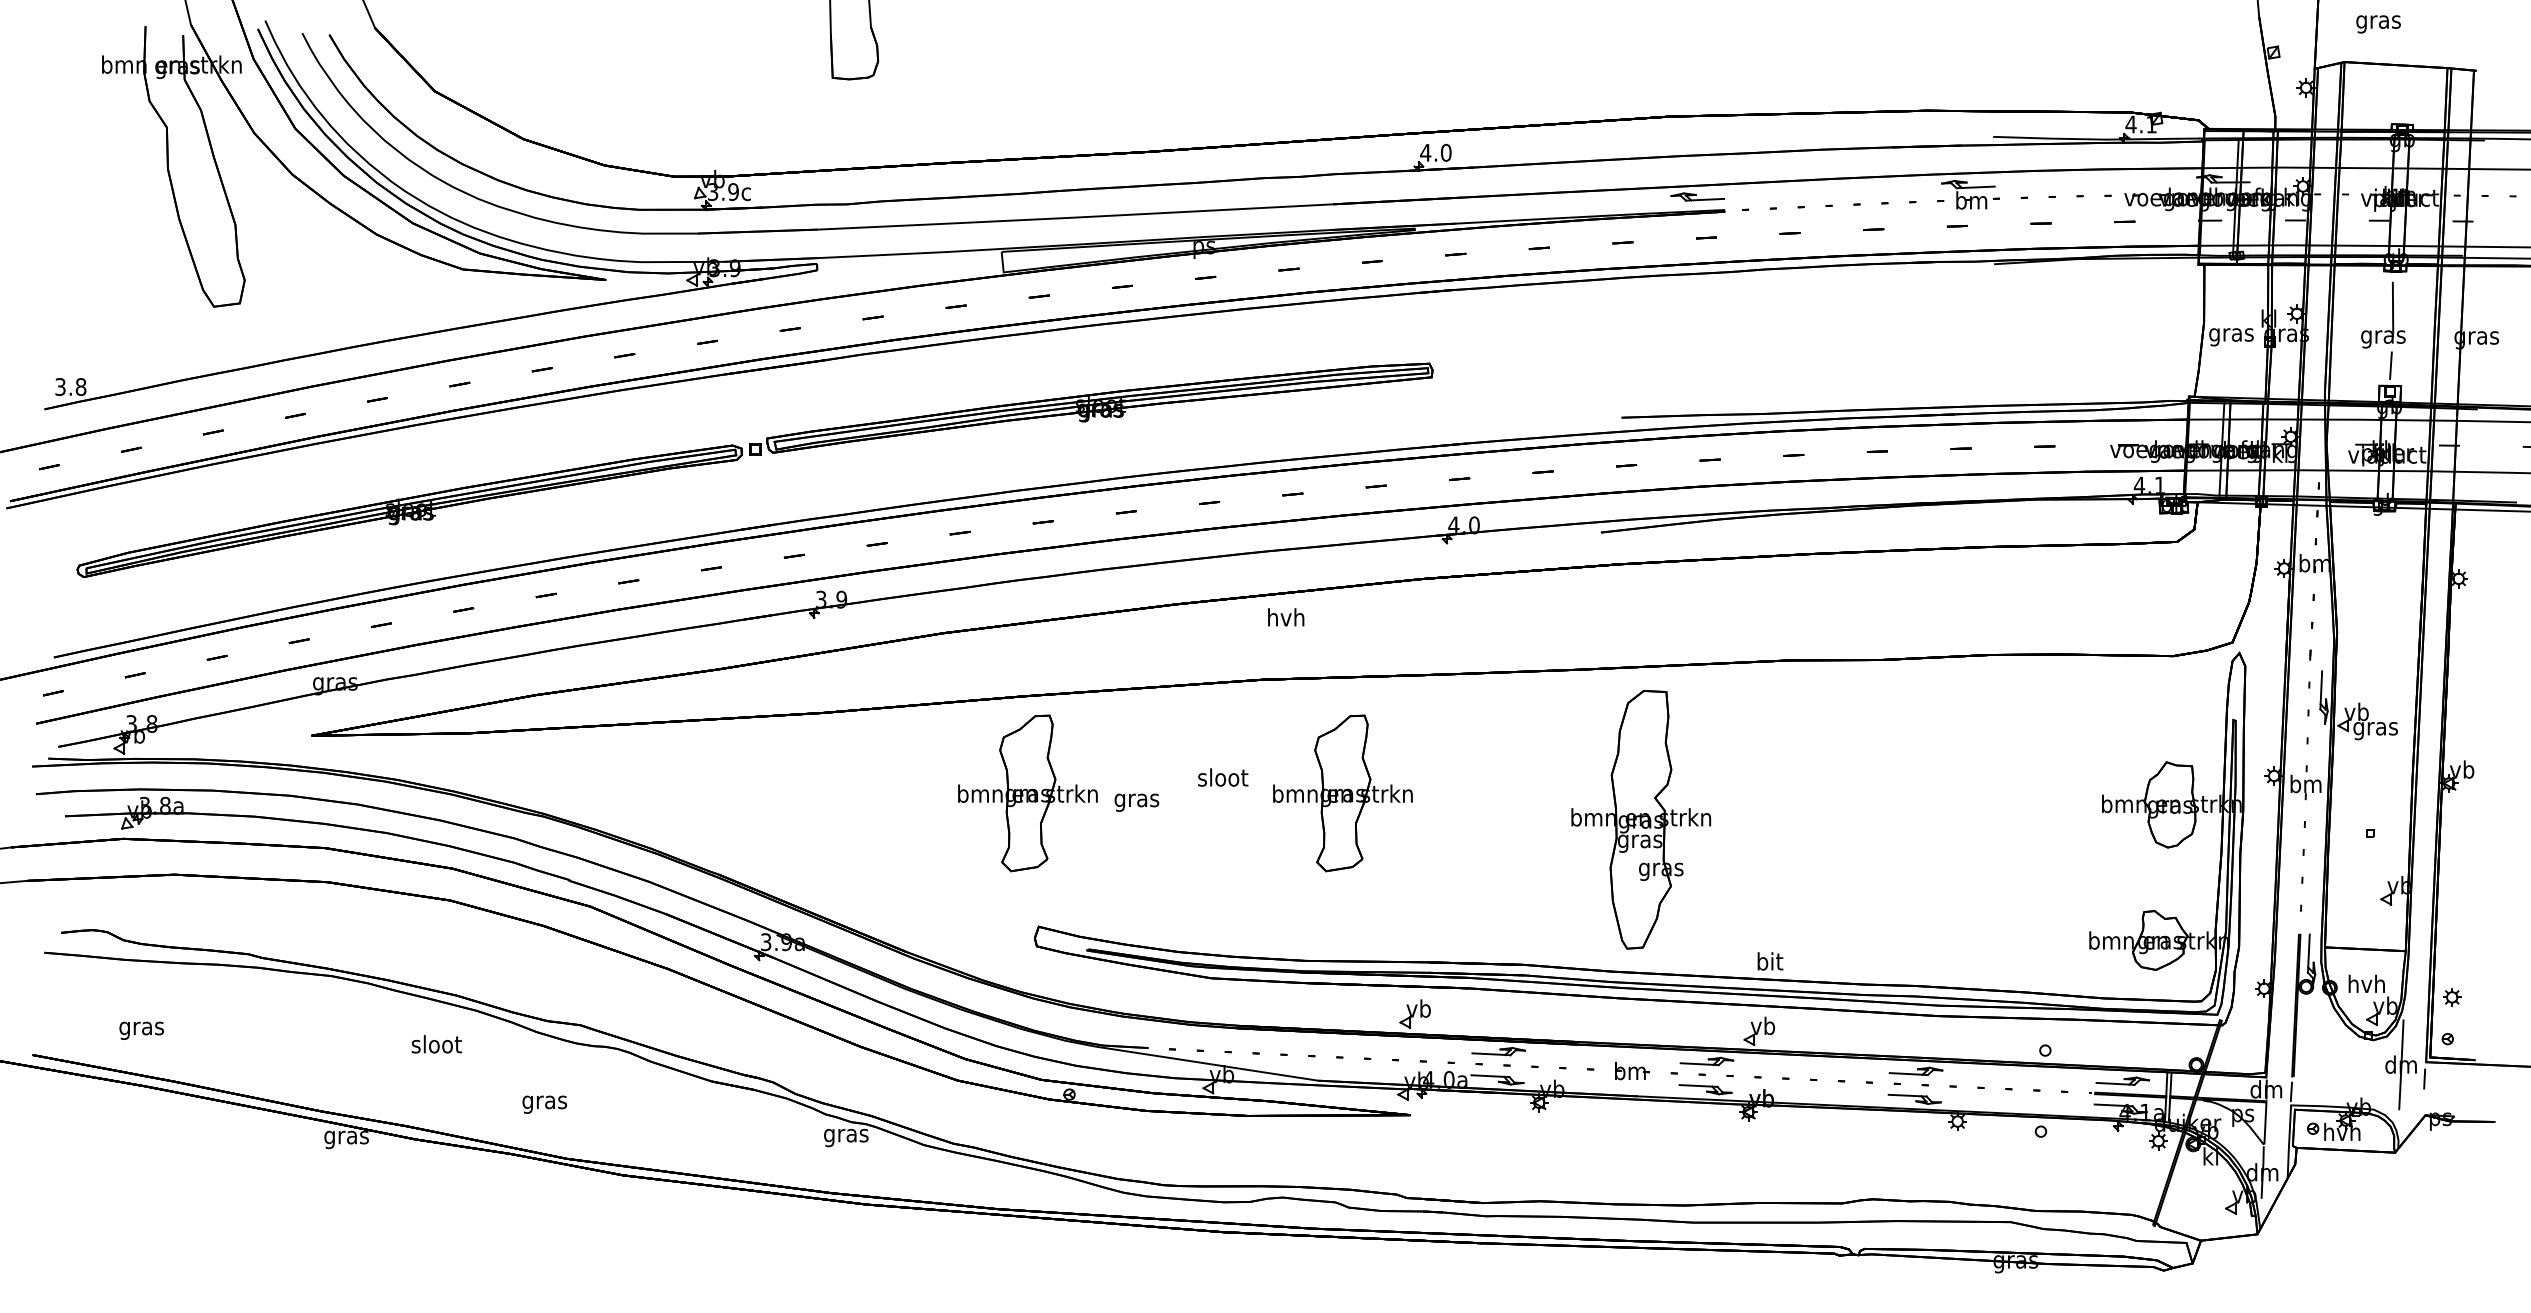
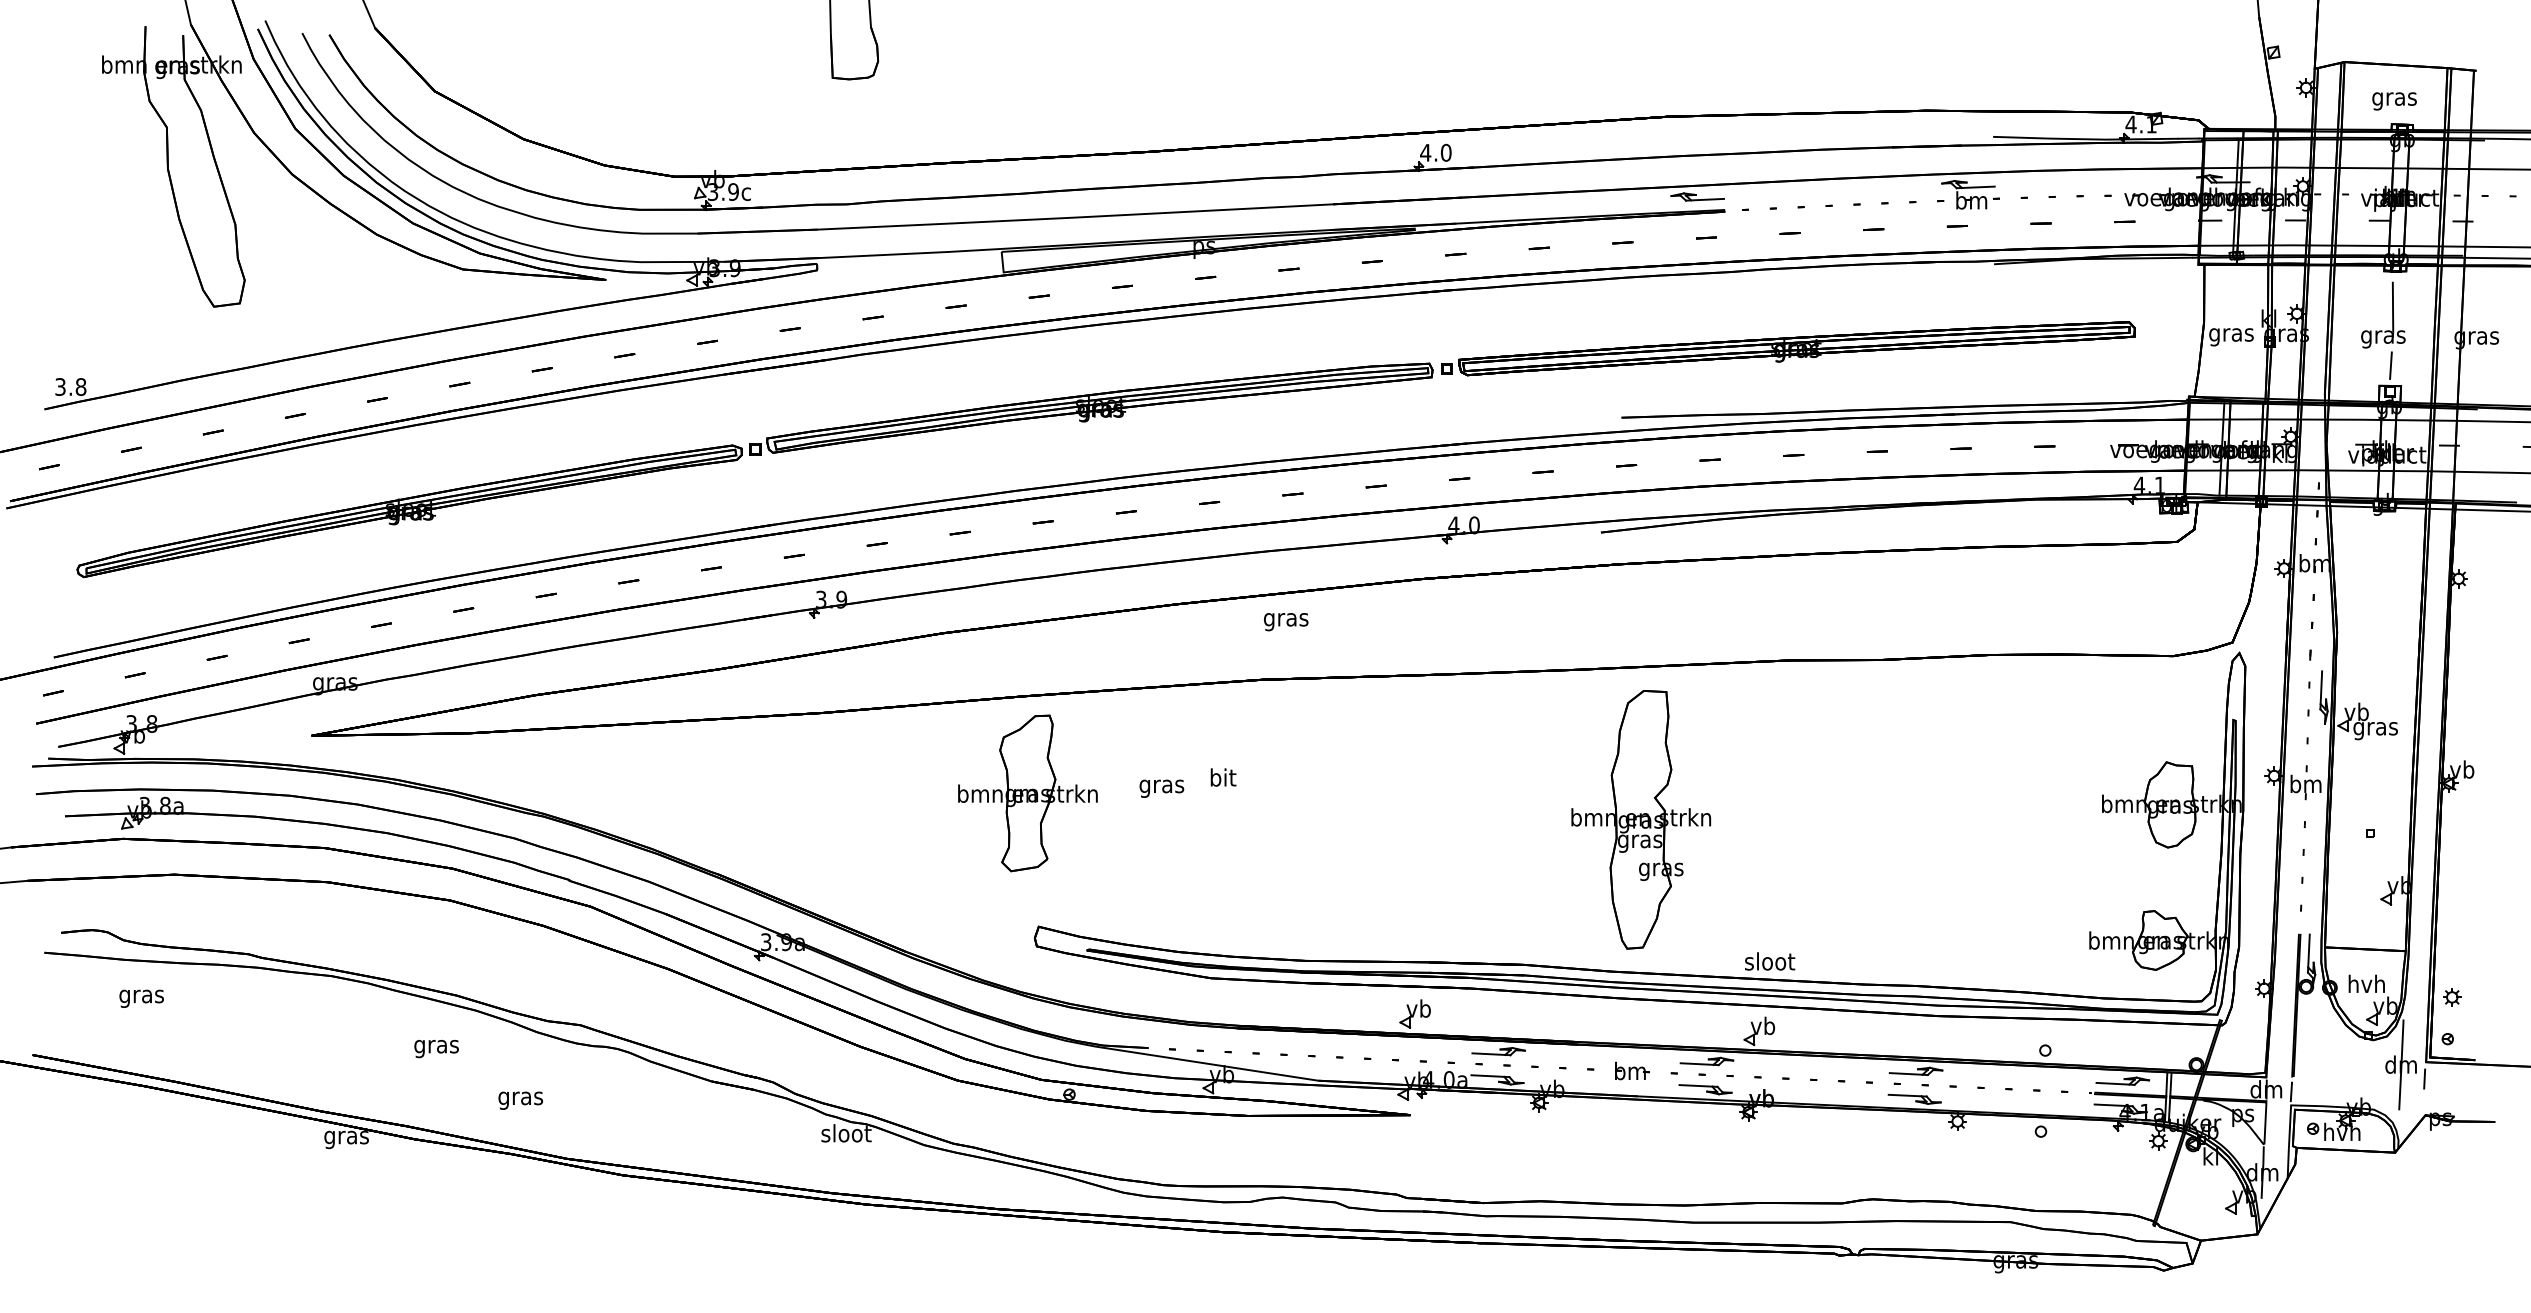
text at (2378, 24) position: (2378, 24) -> (2394, 101)
part at (1788, 348): none -> present
text at (1286, 619): hvh -> gras
text at (1223, 777): sloot -> bit
part at (1342, 793): present -> none
text at (1136, 802) position: (1136, 802) -> (1161, 788)
text at (1770, 961): bit -> sloot
text at (141, 1030) position: (141, 1030) -> (141, 998)
text at (436, 1046): sloot -> gras
text at (544, 1104) position: (544, 1104) -> (520, 1100)
text at (846, 1135): gras -> sloot
